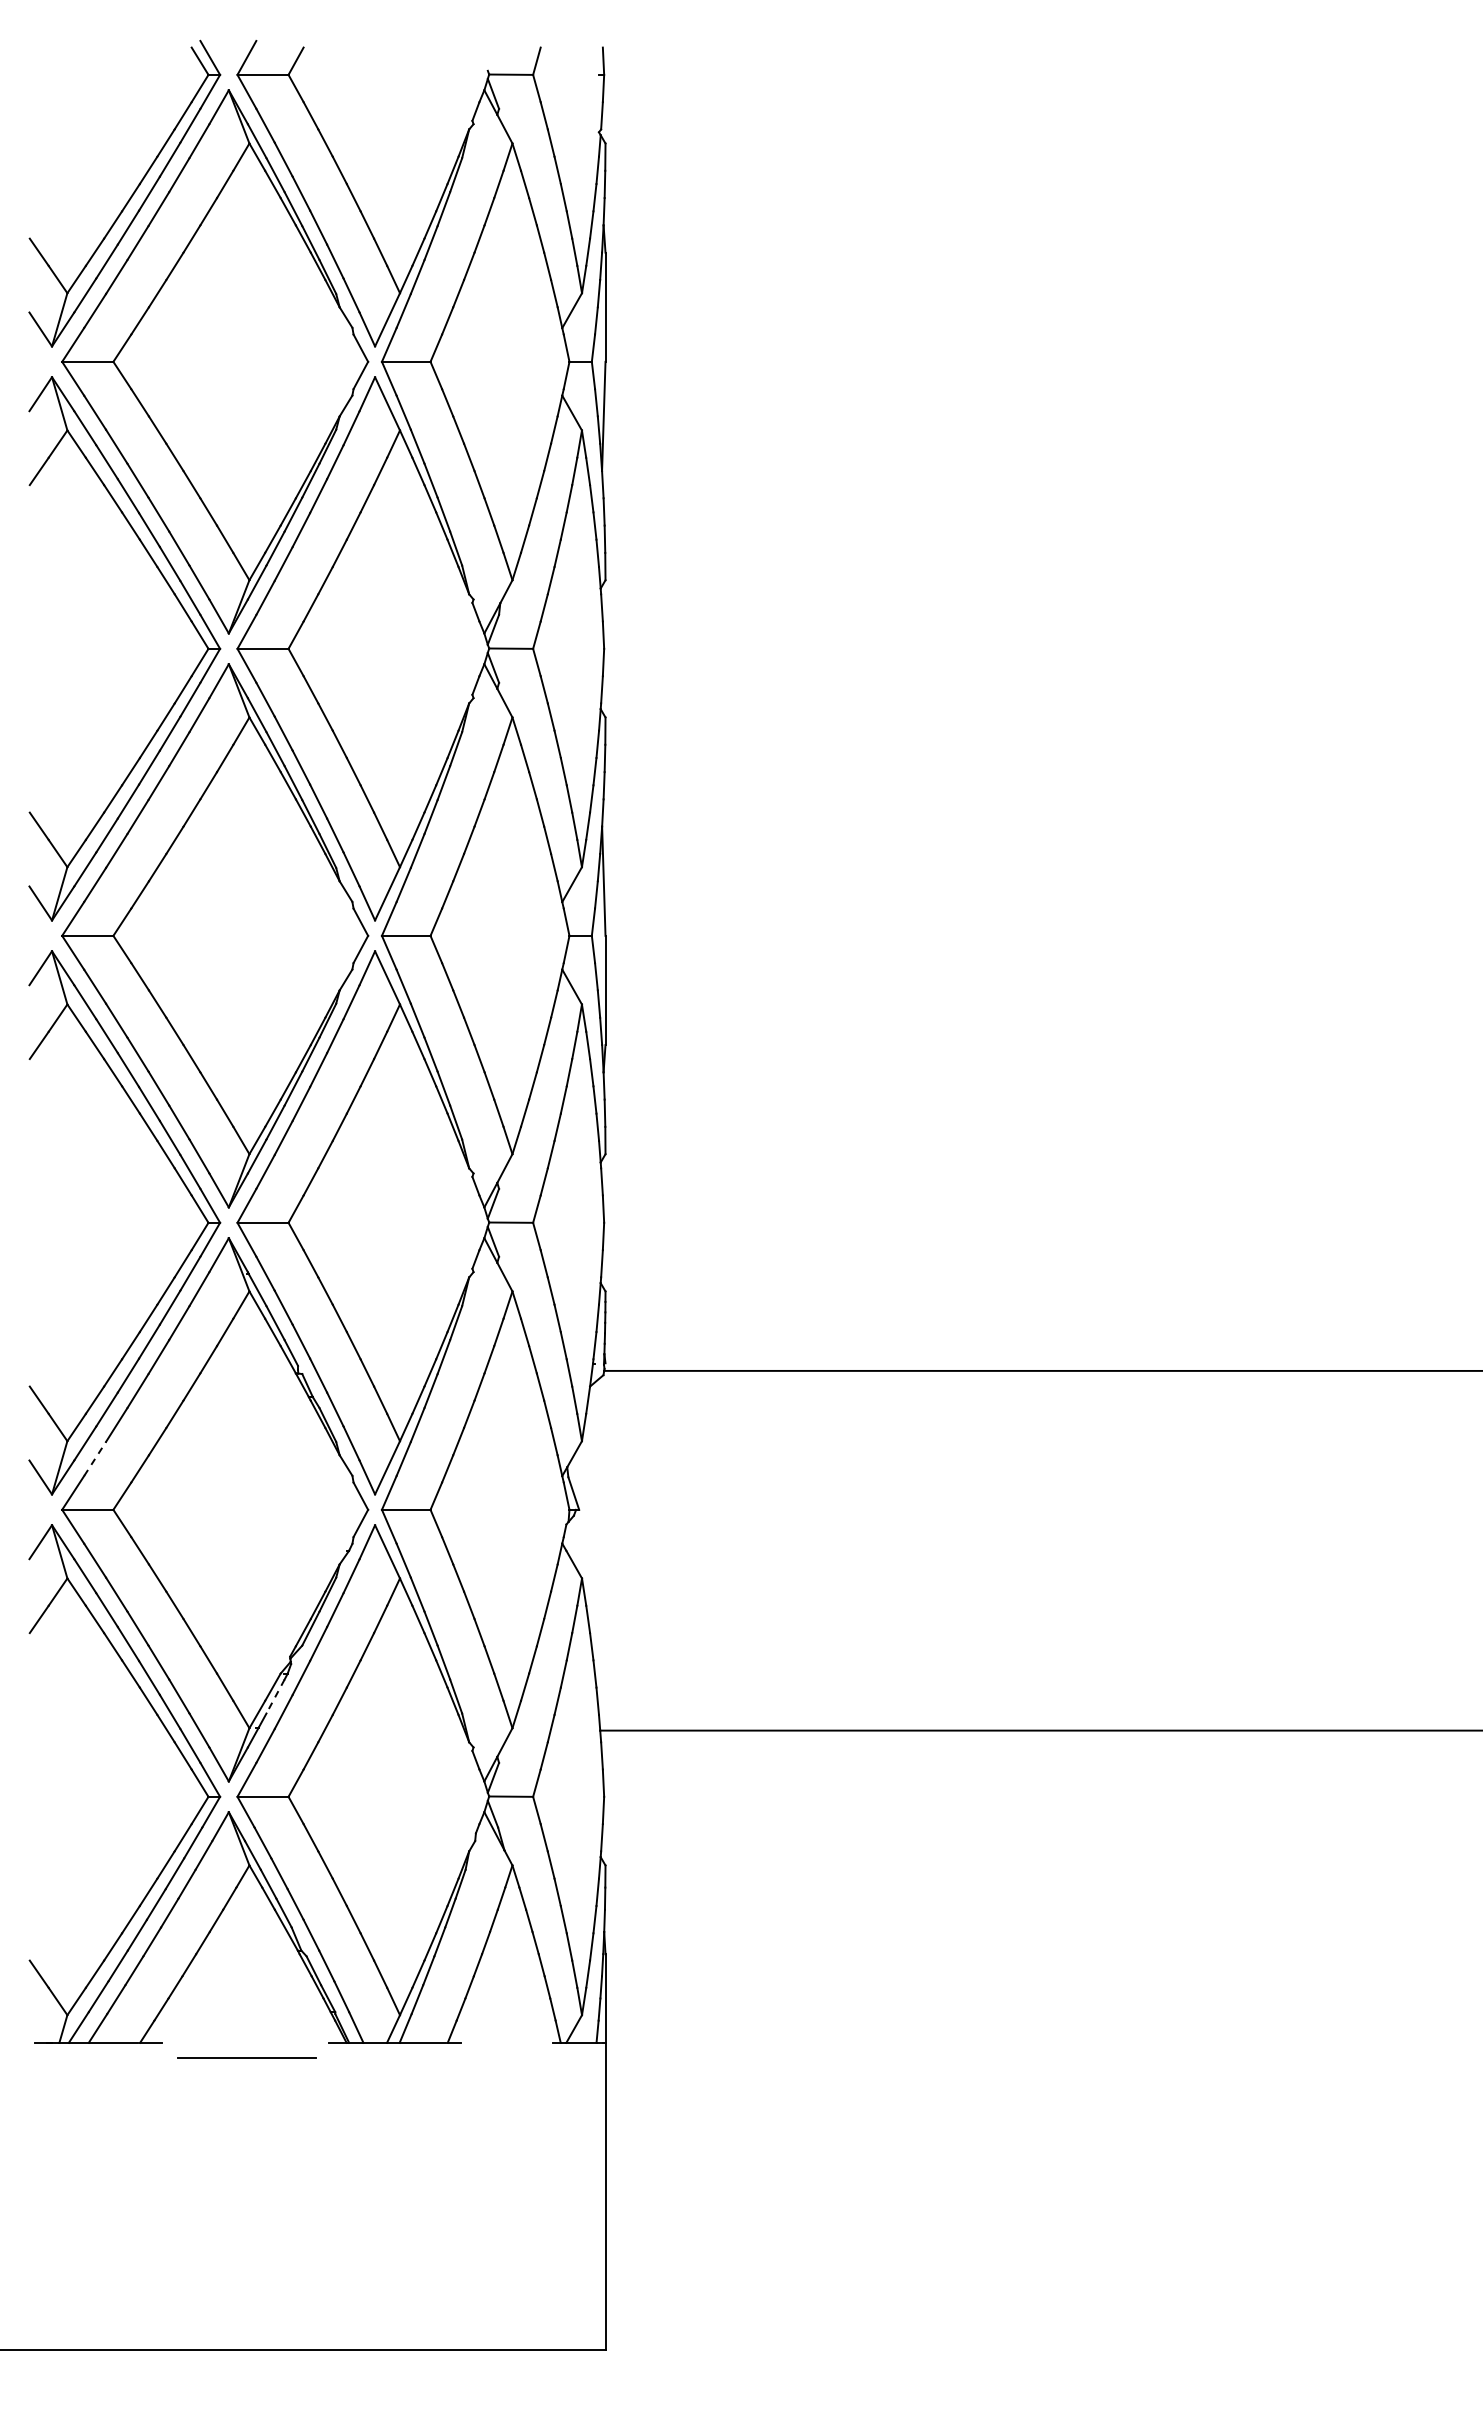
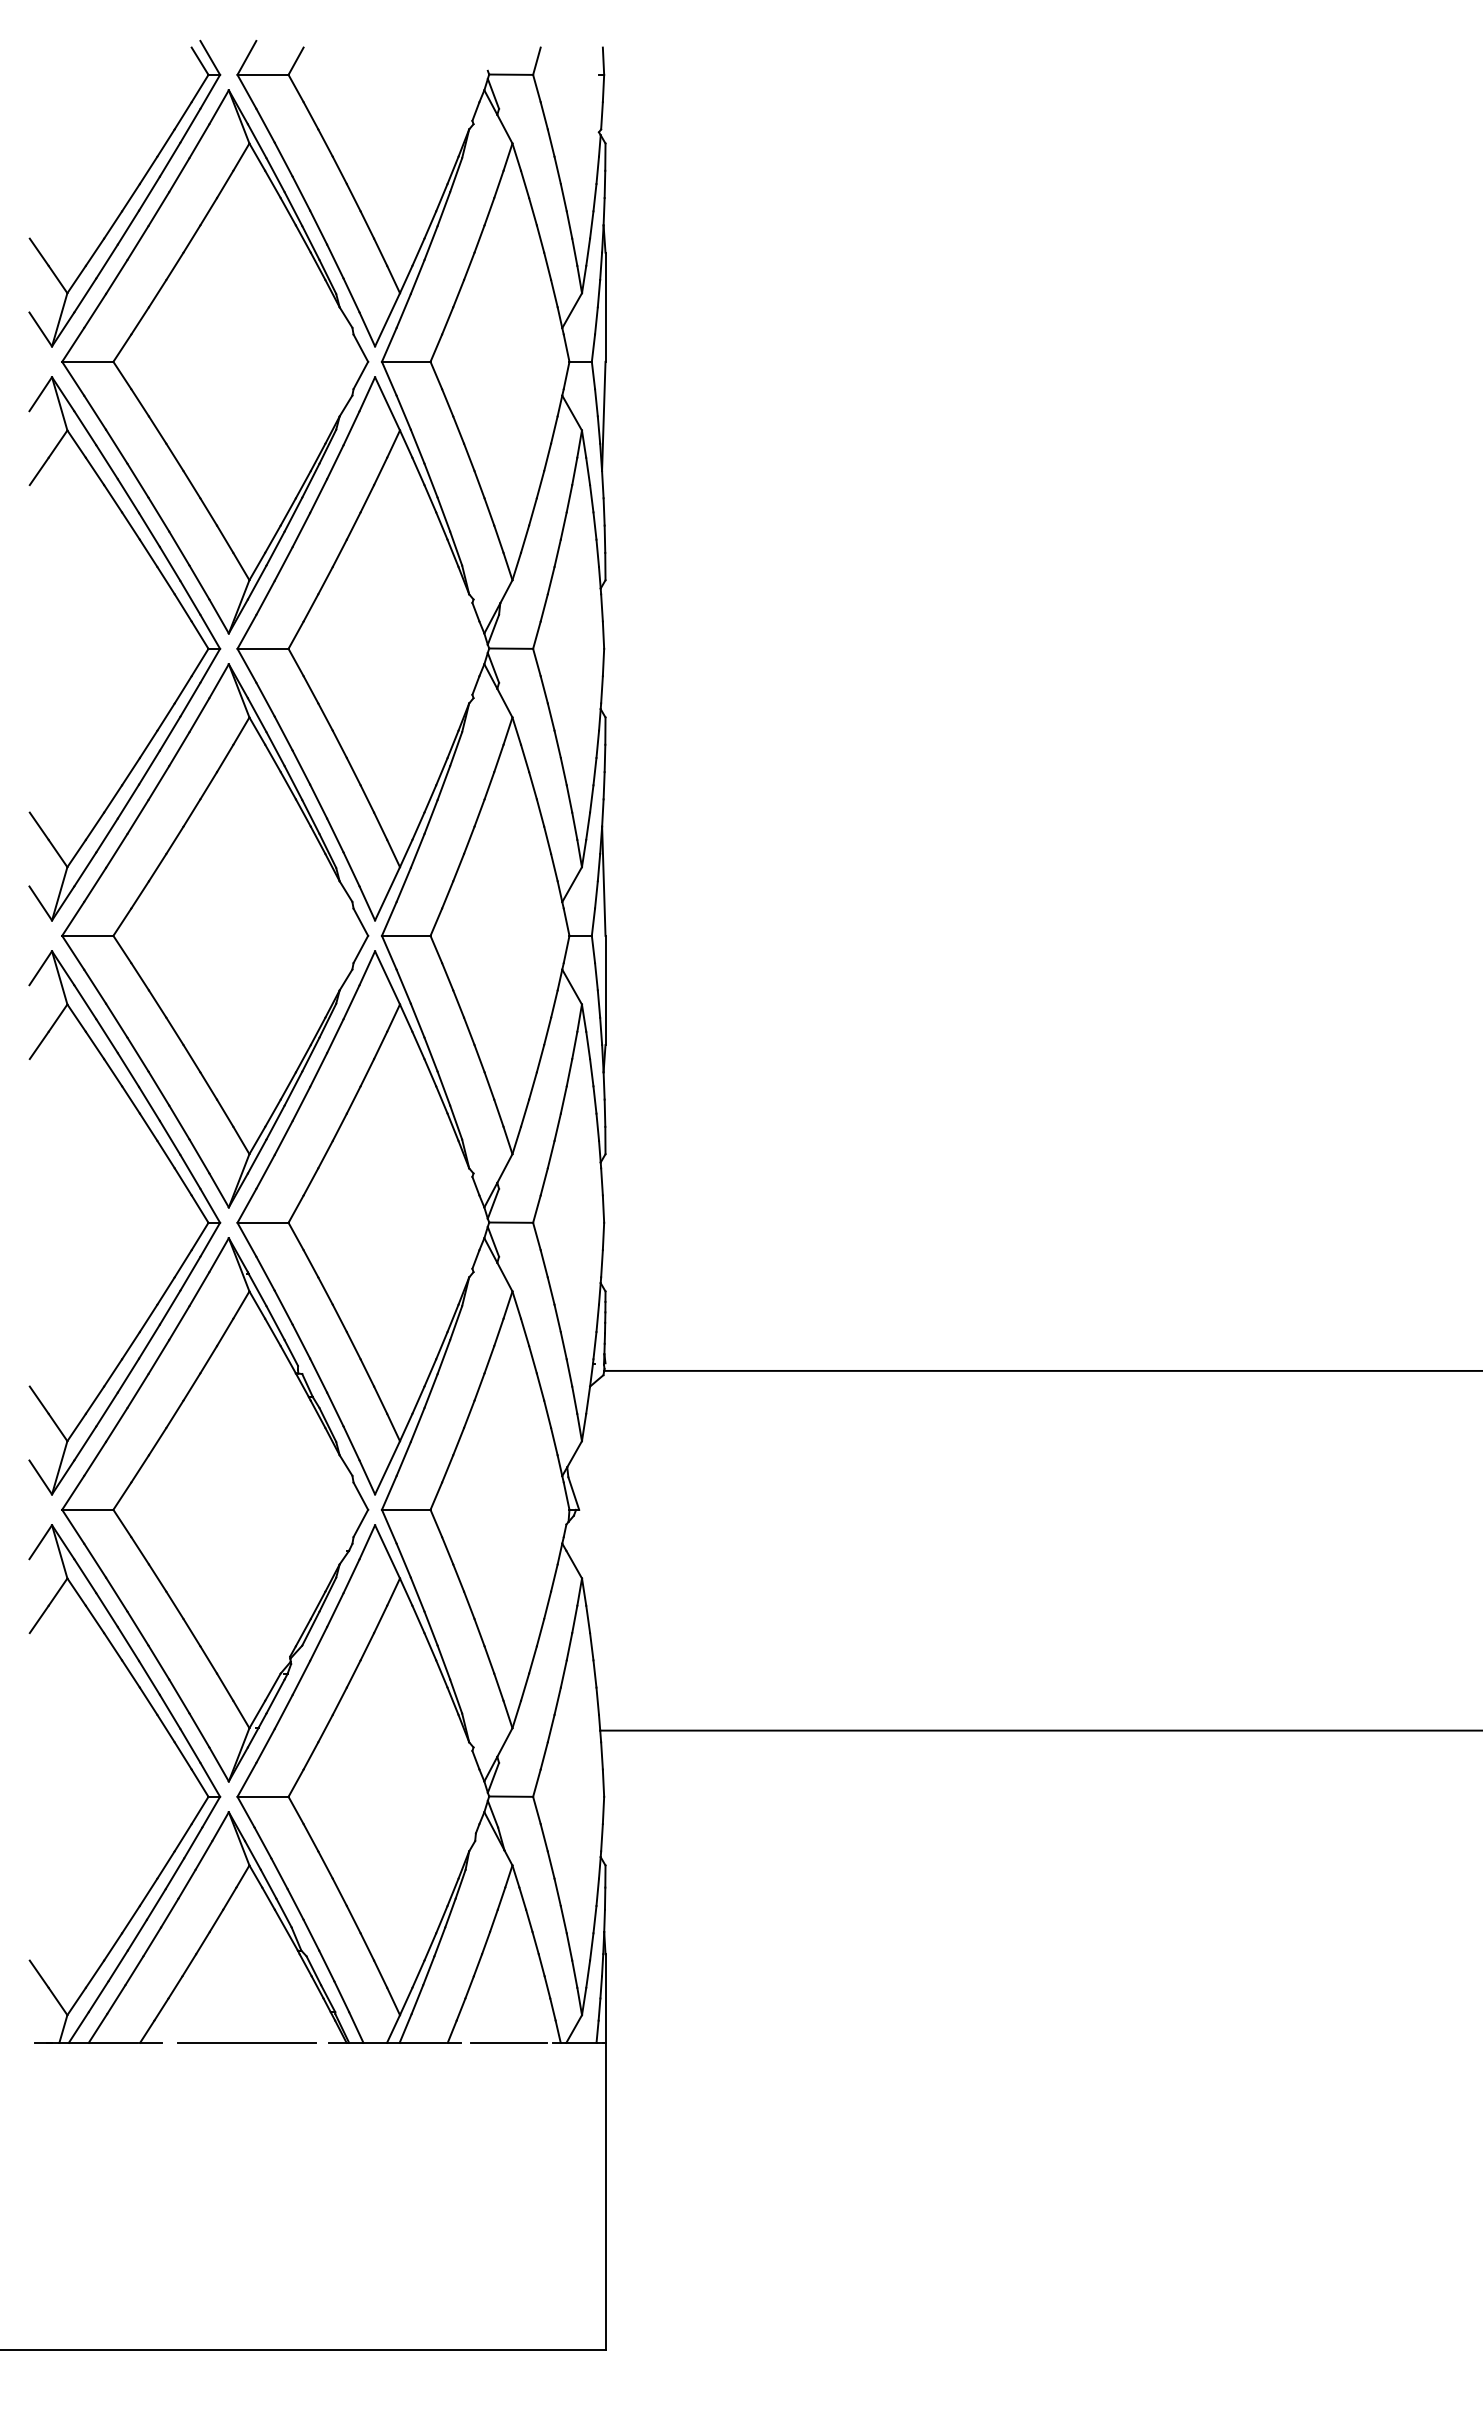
line at (95, 1458): dashed -> solid
line at (275, 1696): dashed -> solid
line at (508, 2042): none -> present
line at (246, 2057) position: (246, 2057) -> (246, 2042)
